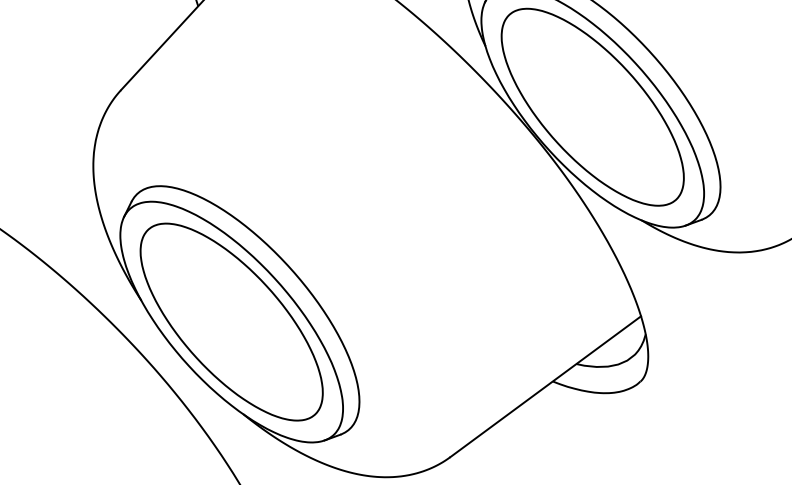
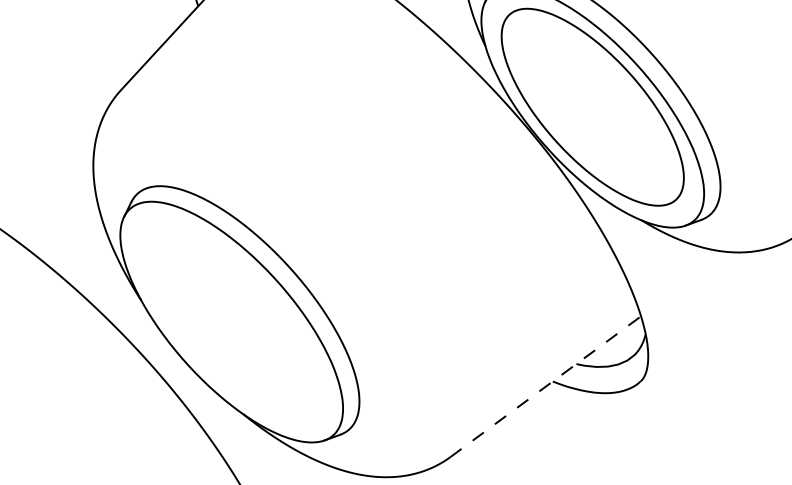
part at (231, 321): present -> none
line at (546, 386): solid -> dashed
